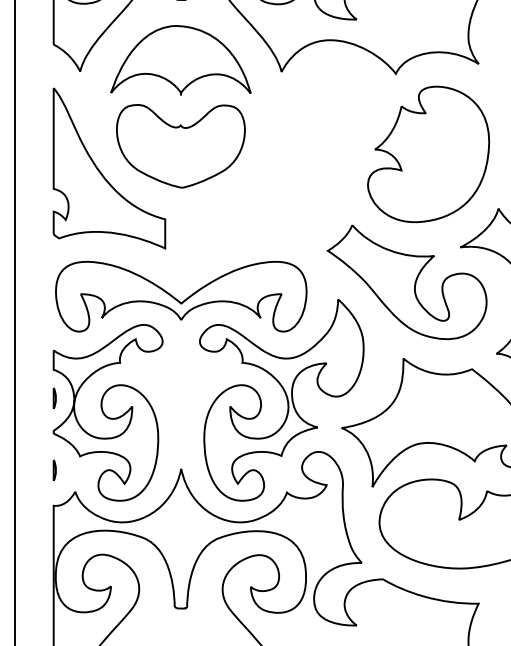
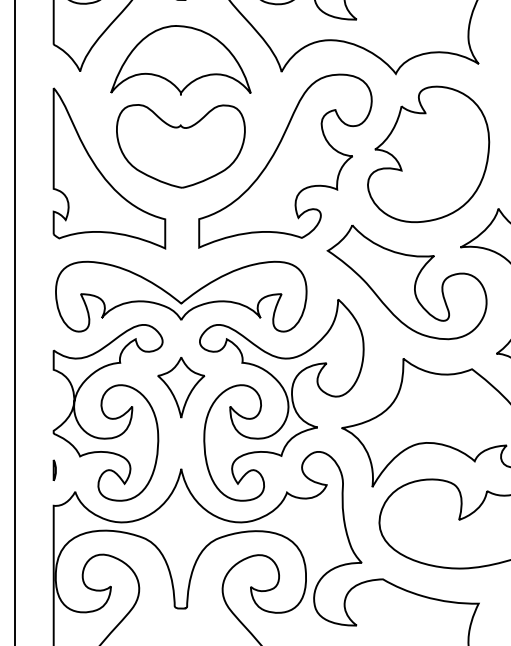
part at (285, 160): none -> present
part at (181, 387): none -> present
line at (54, 398): present -> none
